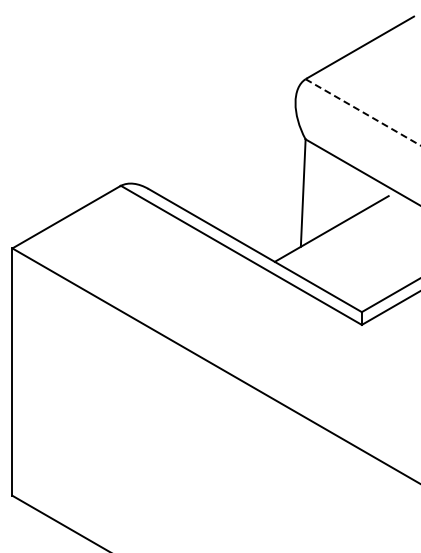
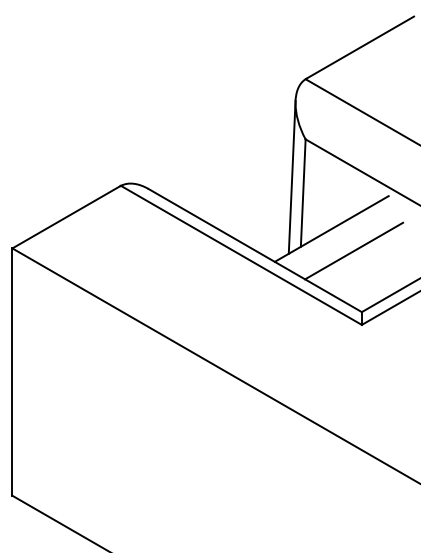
line at (363, 112): dashed -> solid
line at (291, 176): none -> present
line at (354, 250): none -> present
